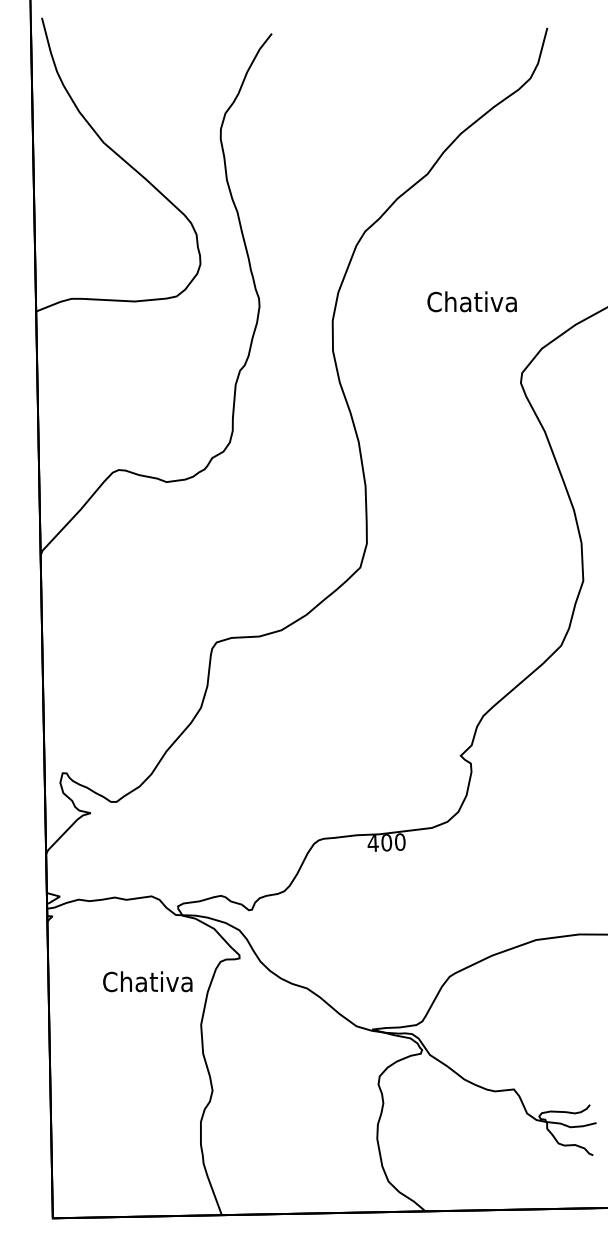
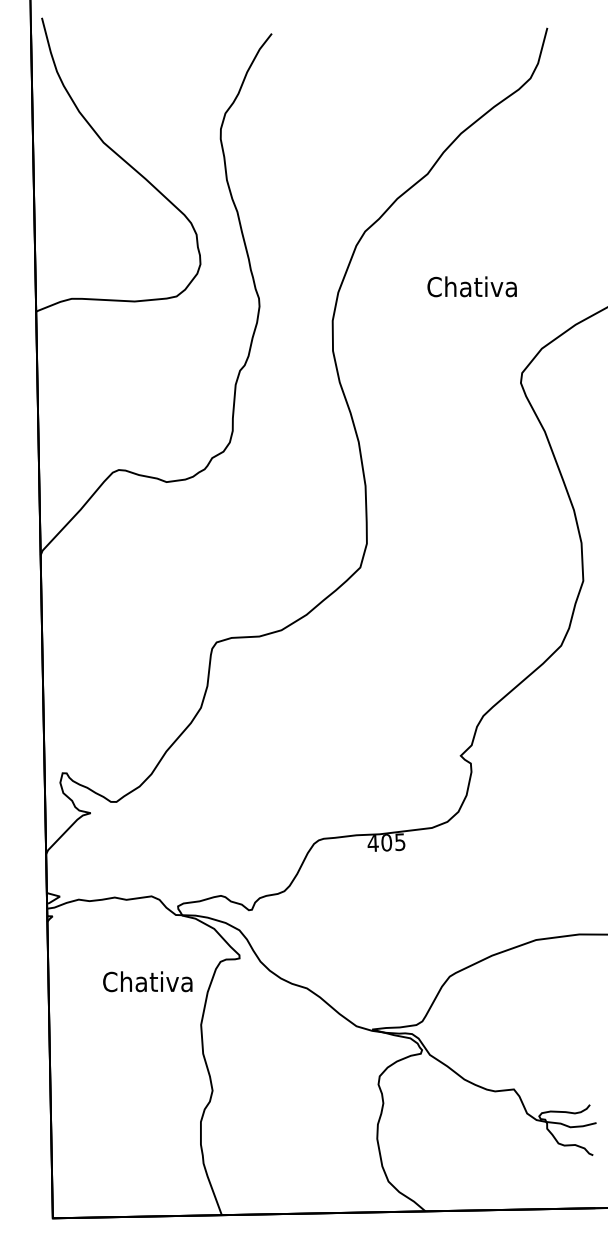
text at (471, 301) position: (471, 301) -> (471, 286)
text at (400, 842): 400 -> 405
